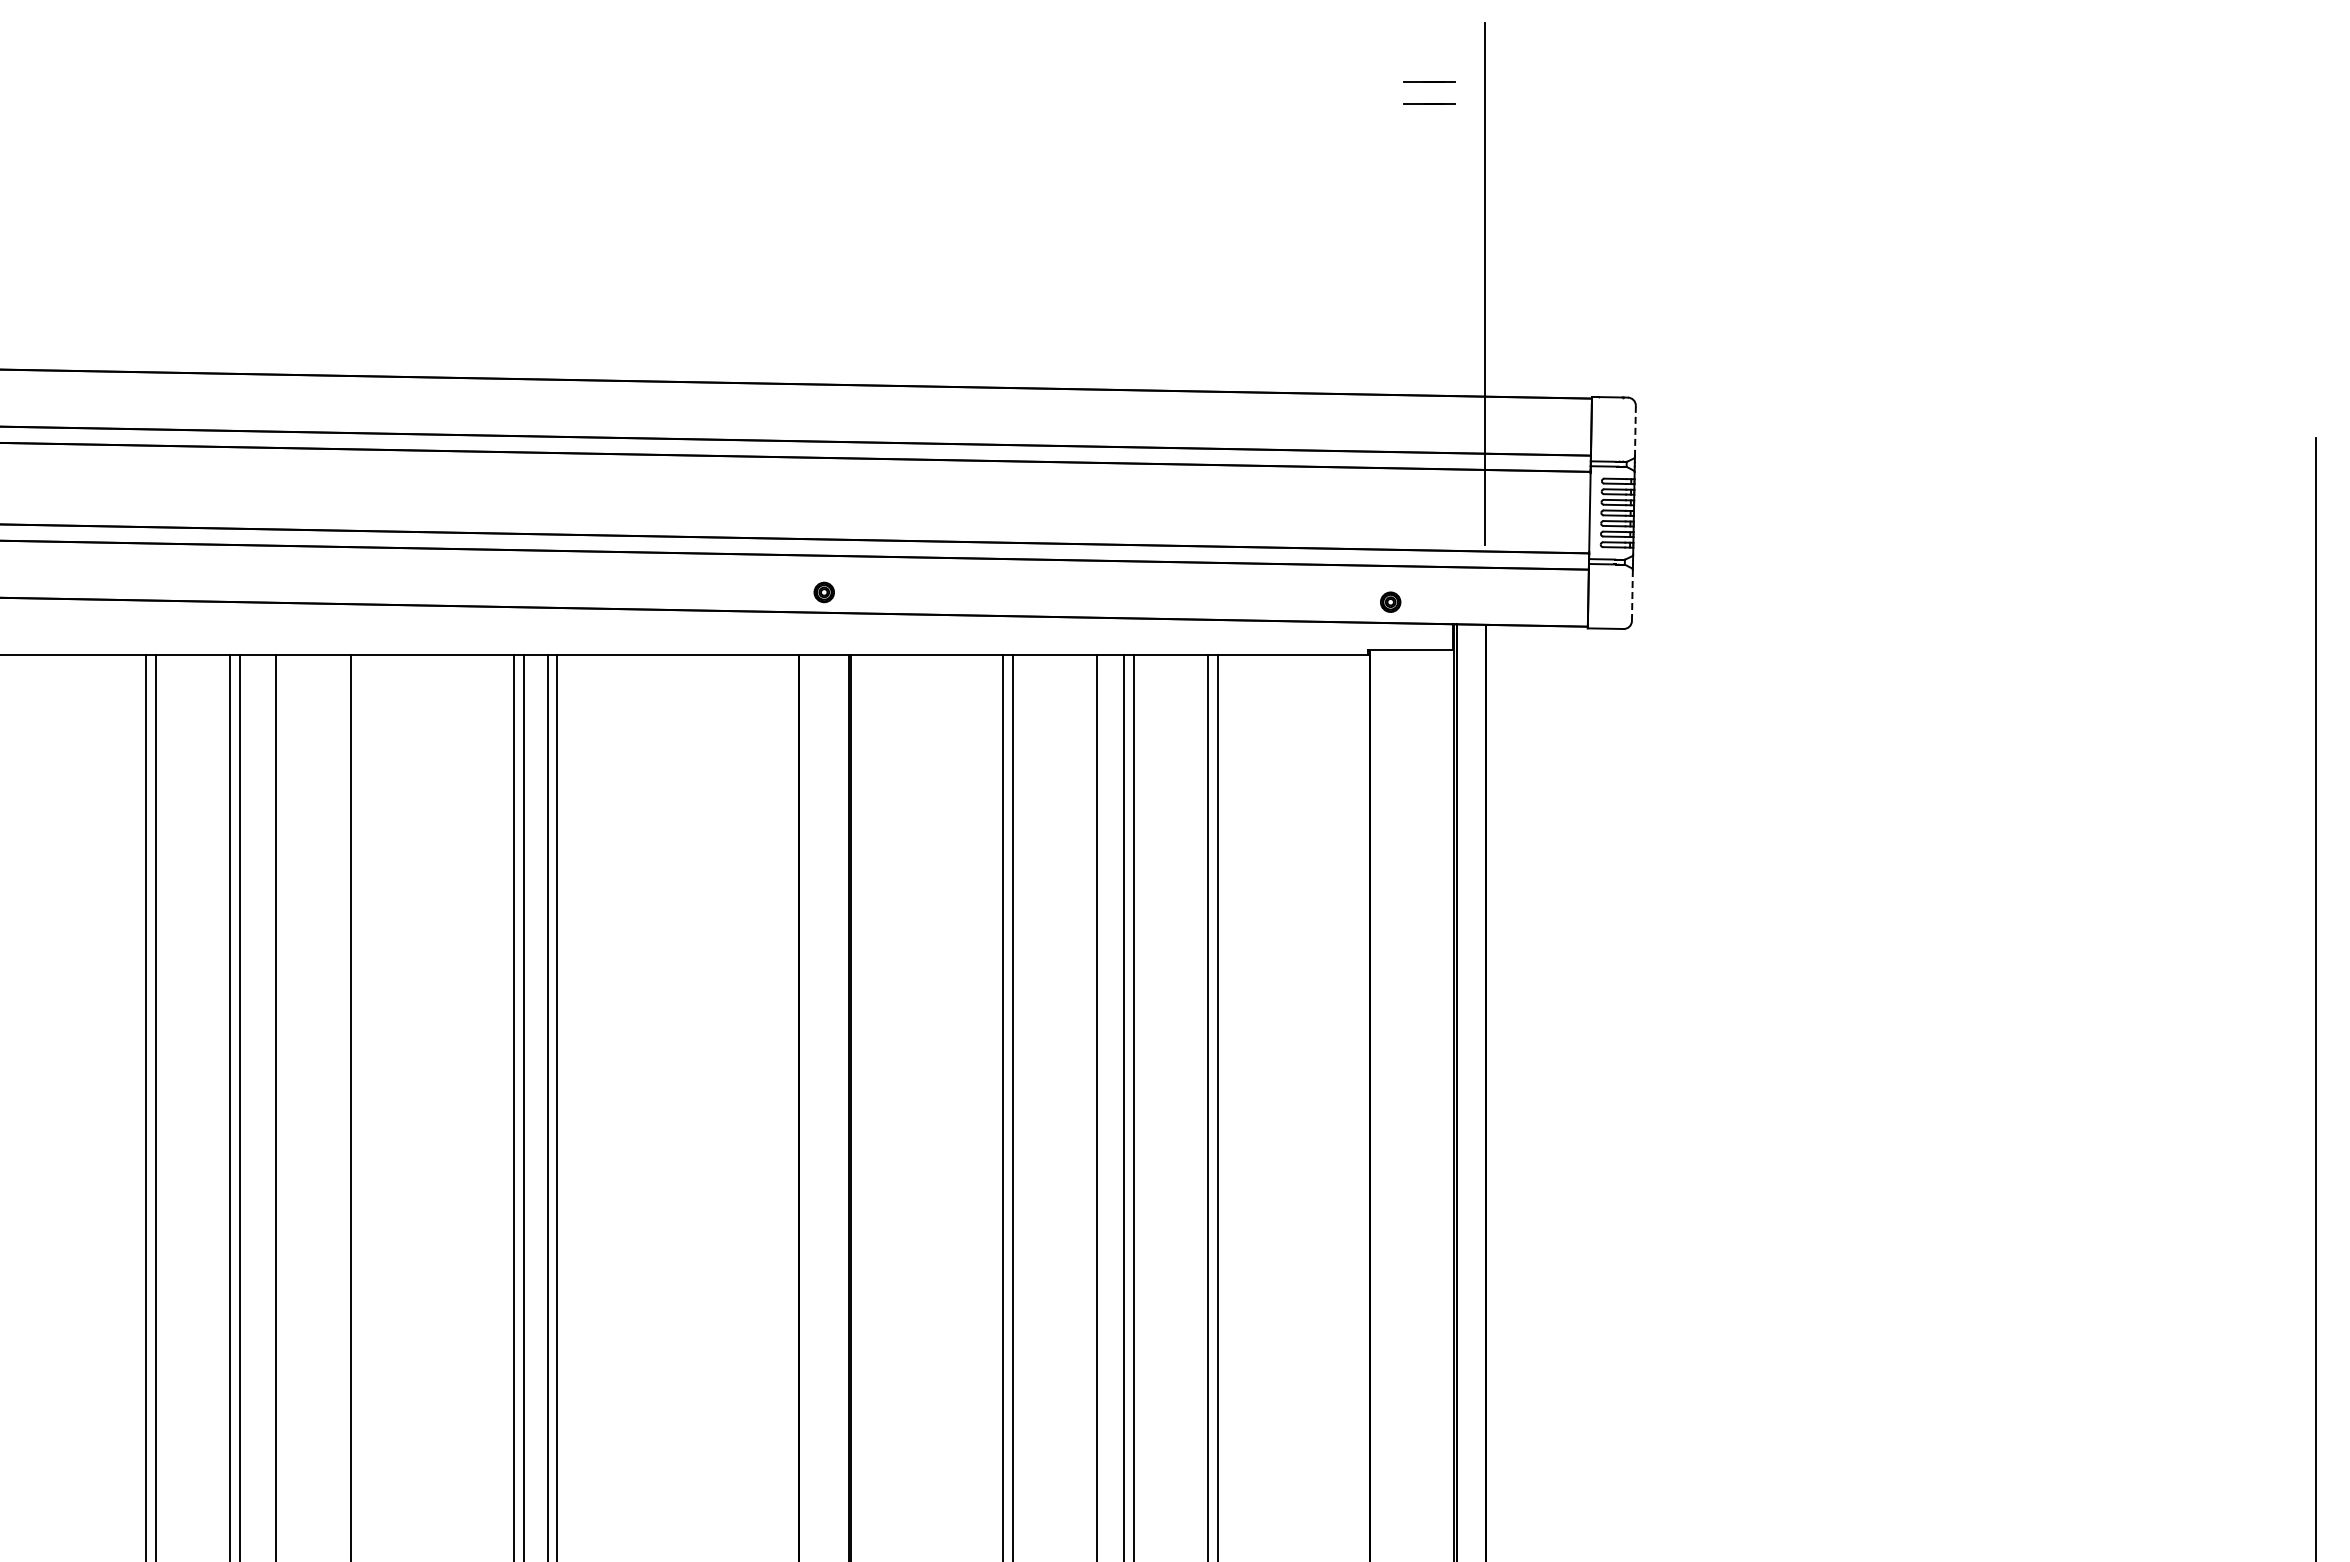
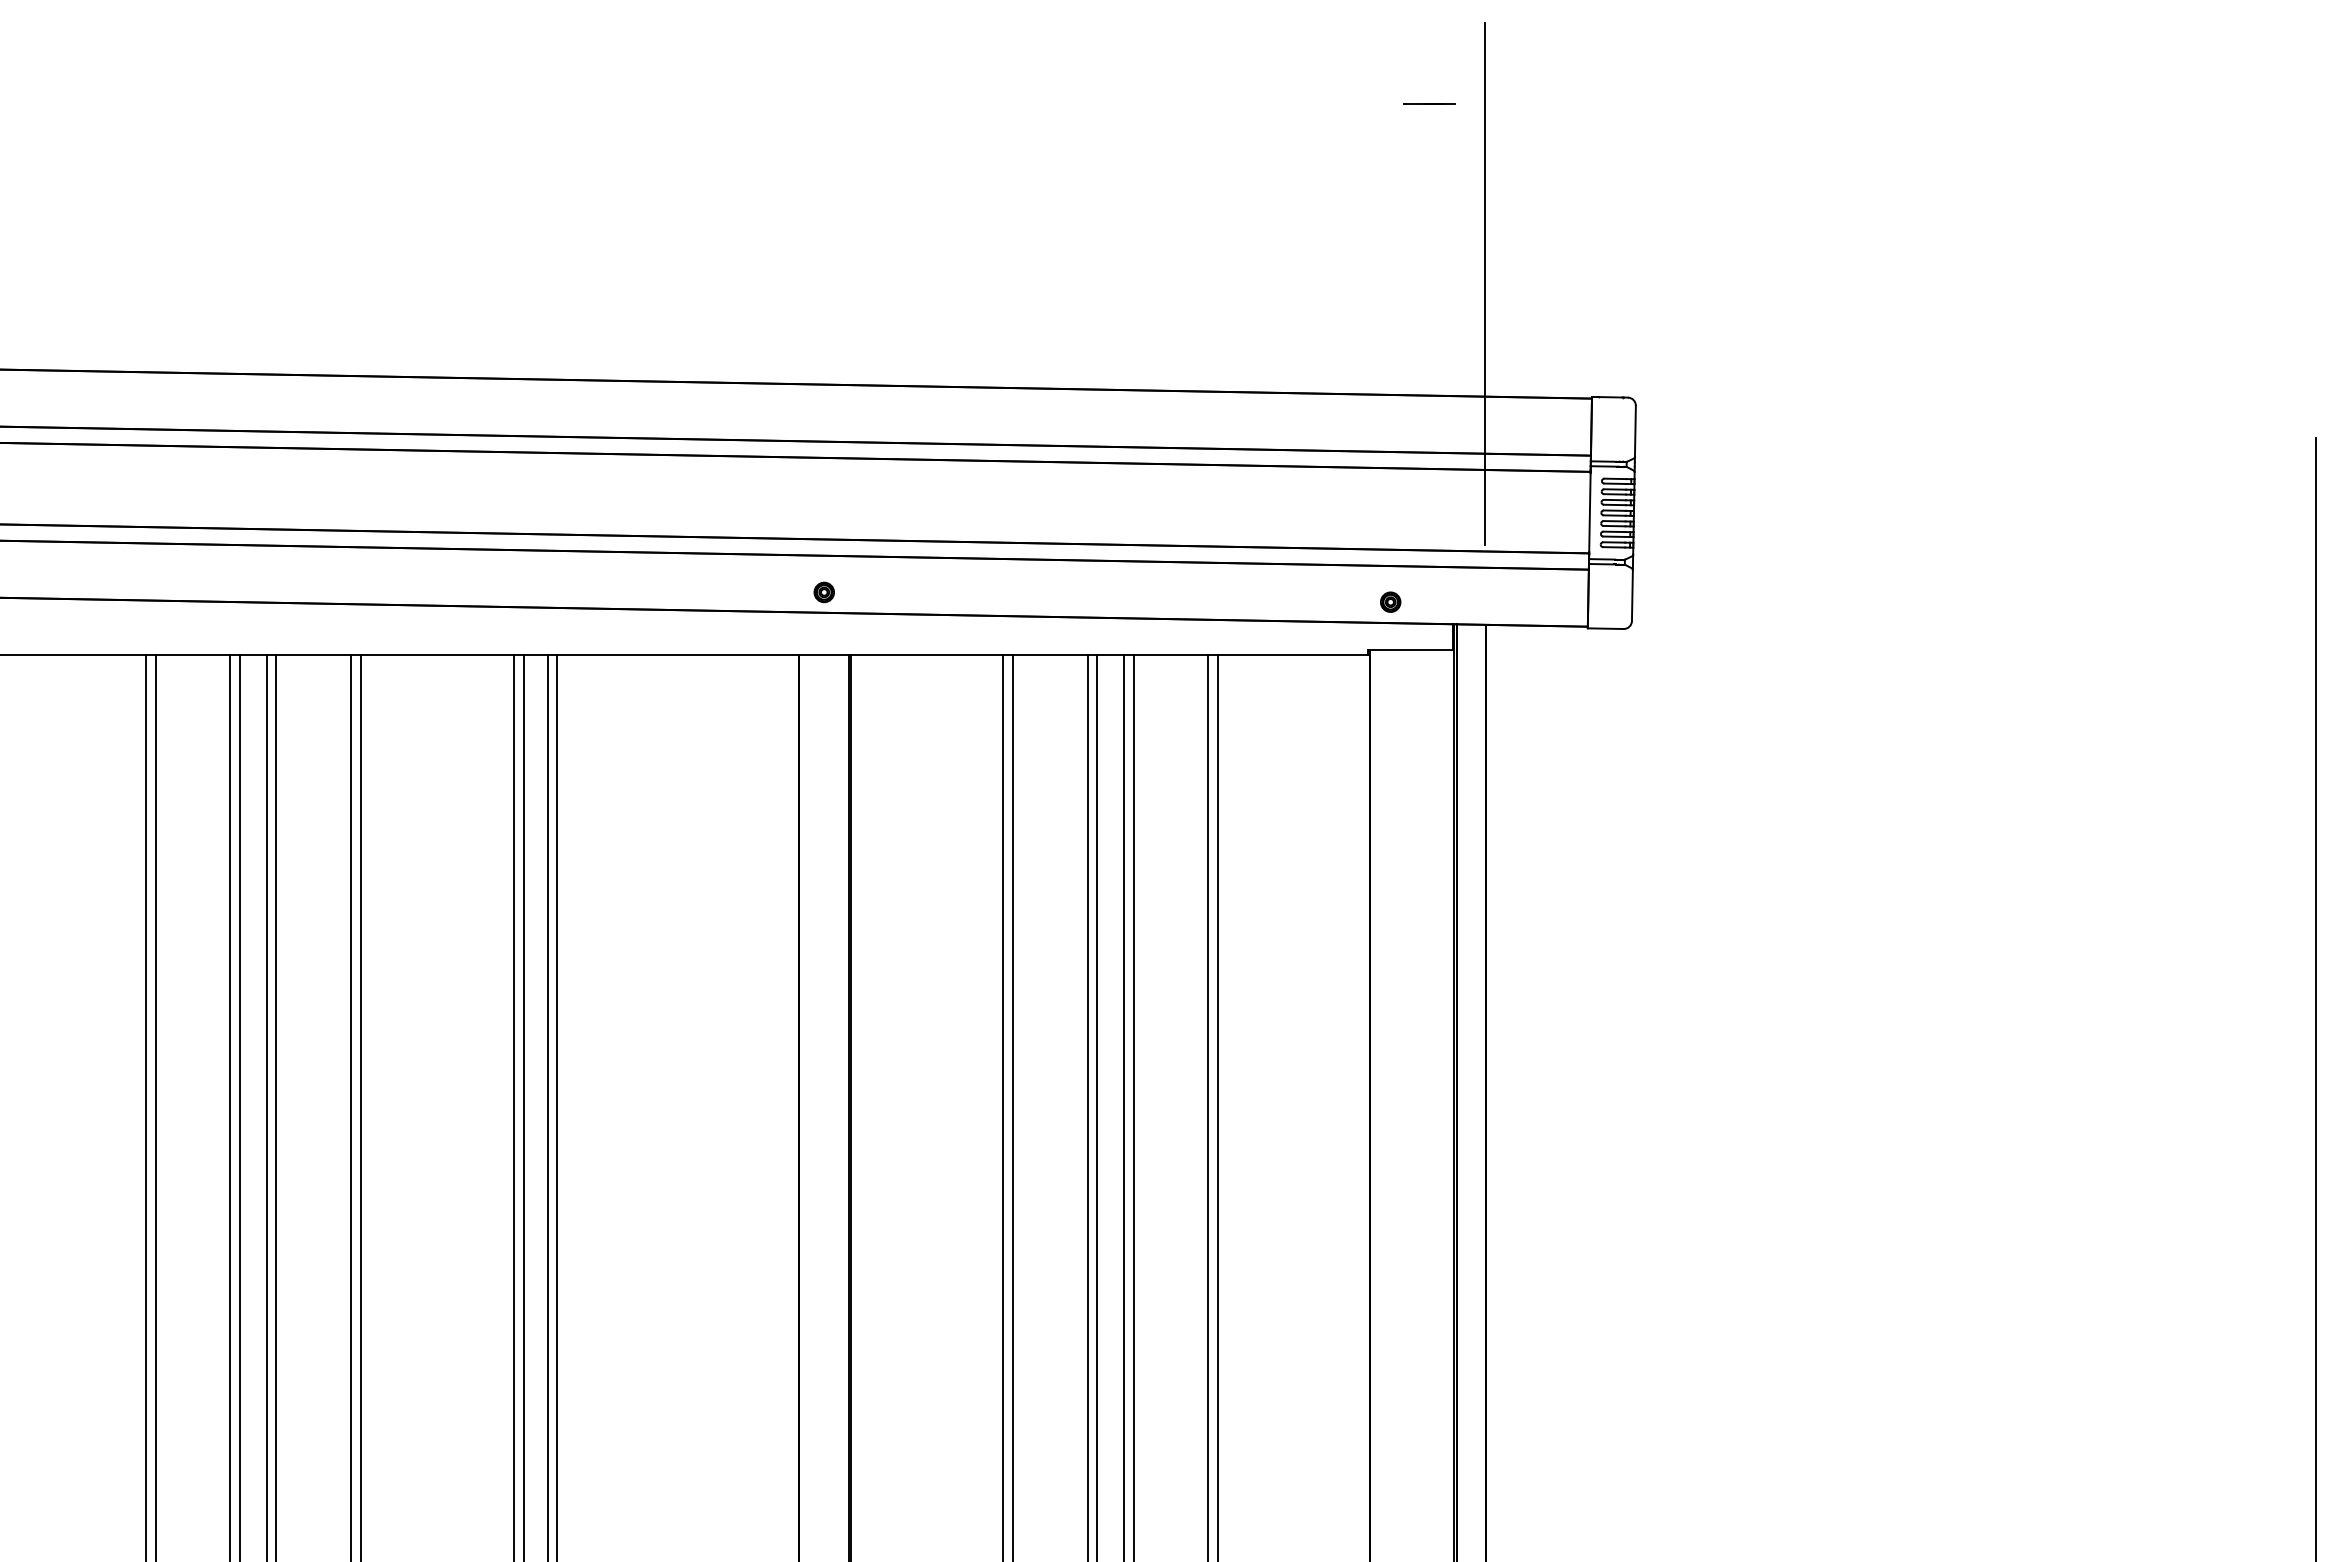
line at (1429, 81): present -> none
line at (1635, 430): dashed -> solid
line at (1632, 595): dashed -> solid
line at (266, 1106): none -> present
line at (360, 1106): none -> present
line at (1087, 1106): none -> present
